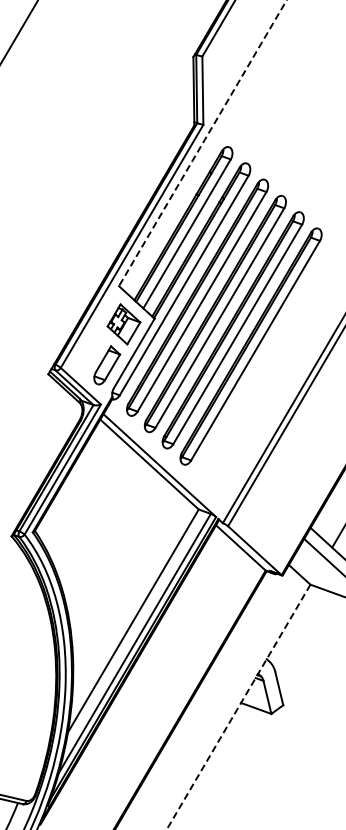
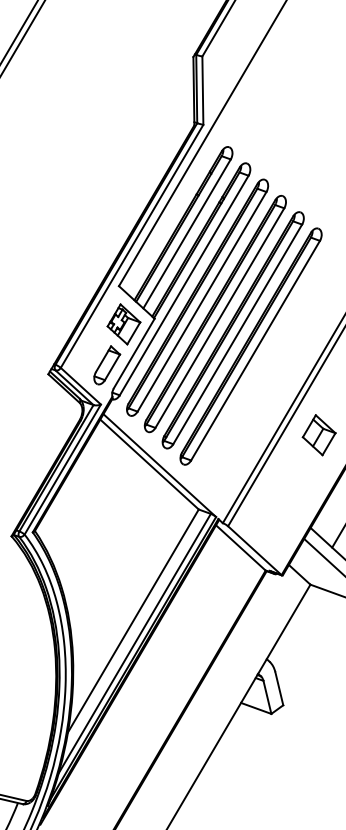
line at (23, 37): none -> present
line at (202, 143): dashed -> solid
part at (318, 435): none -> present
line at (238, 707): dashed -> solid
